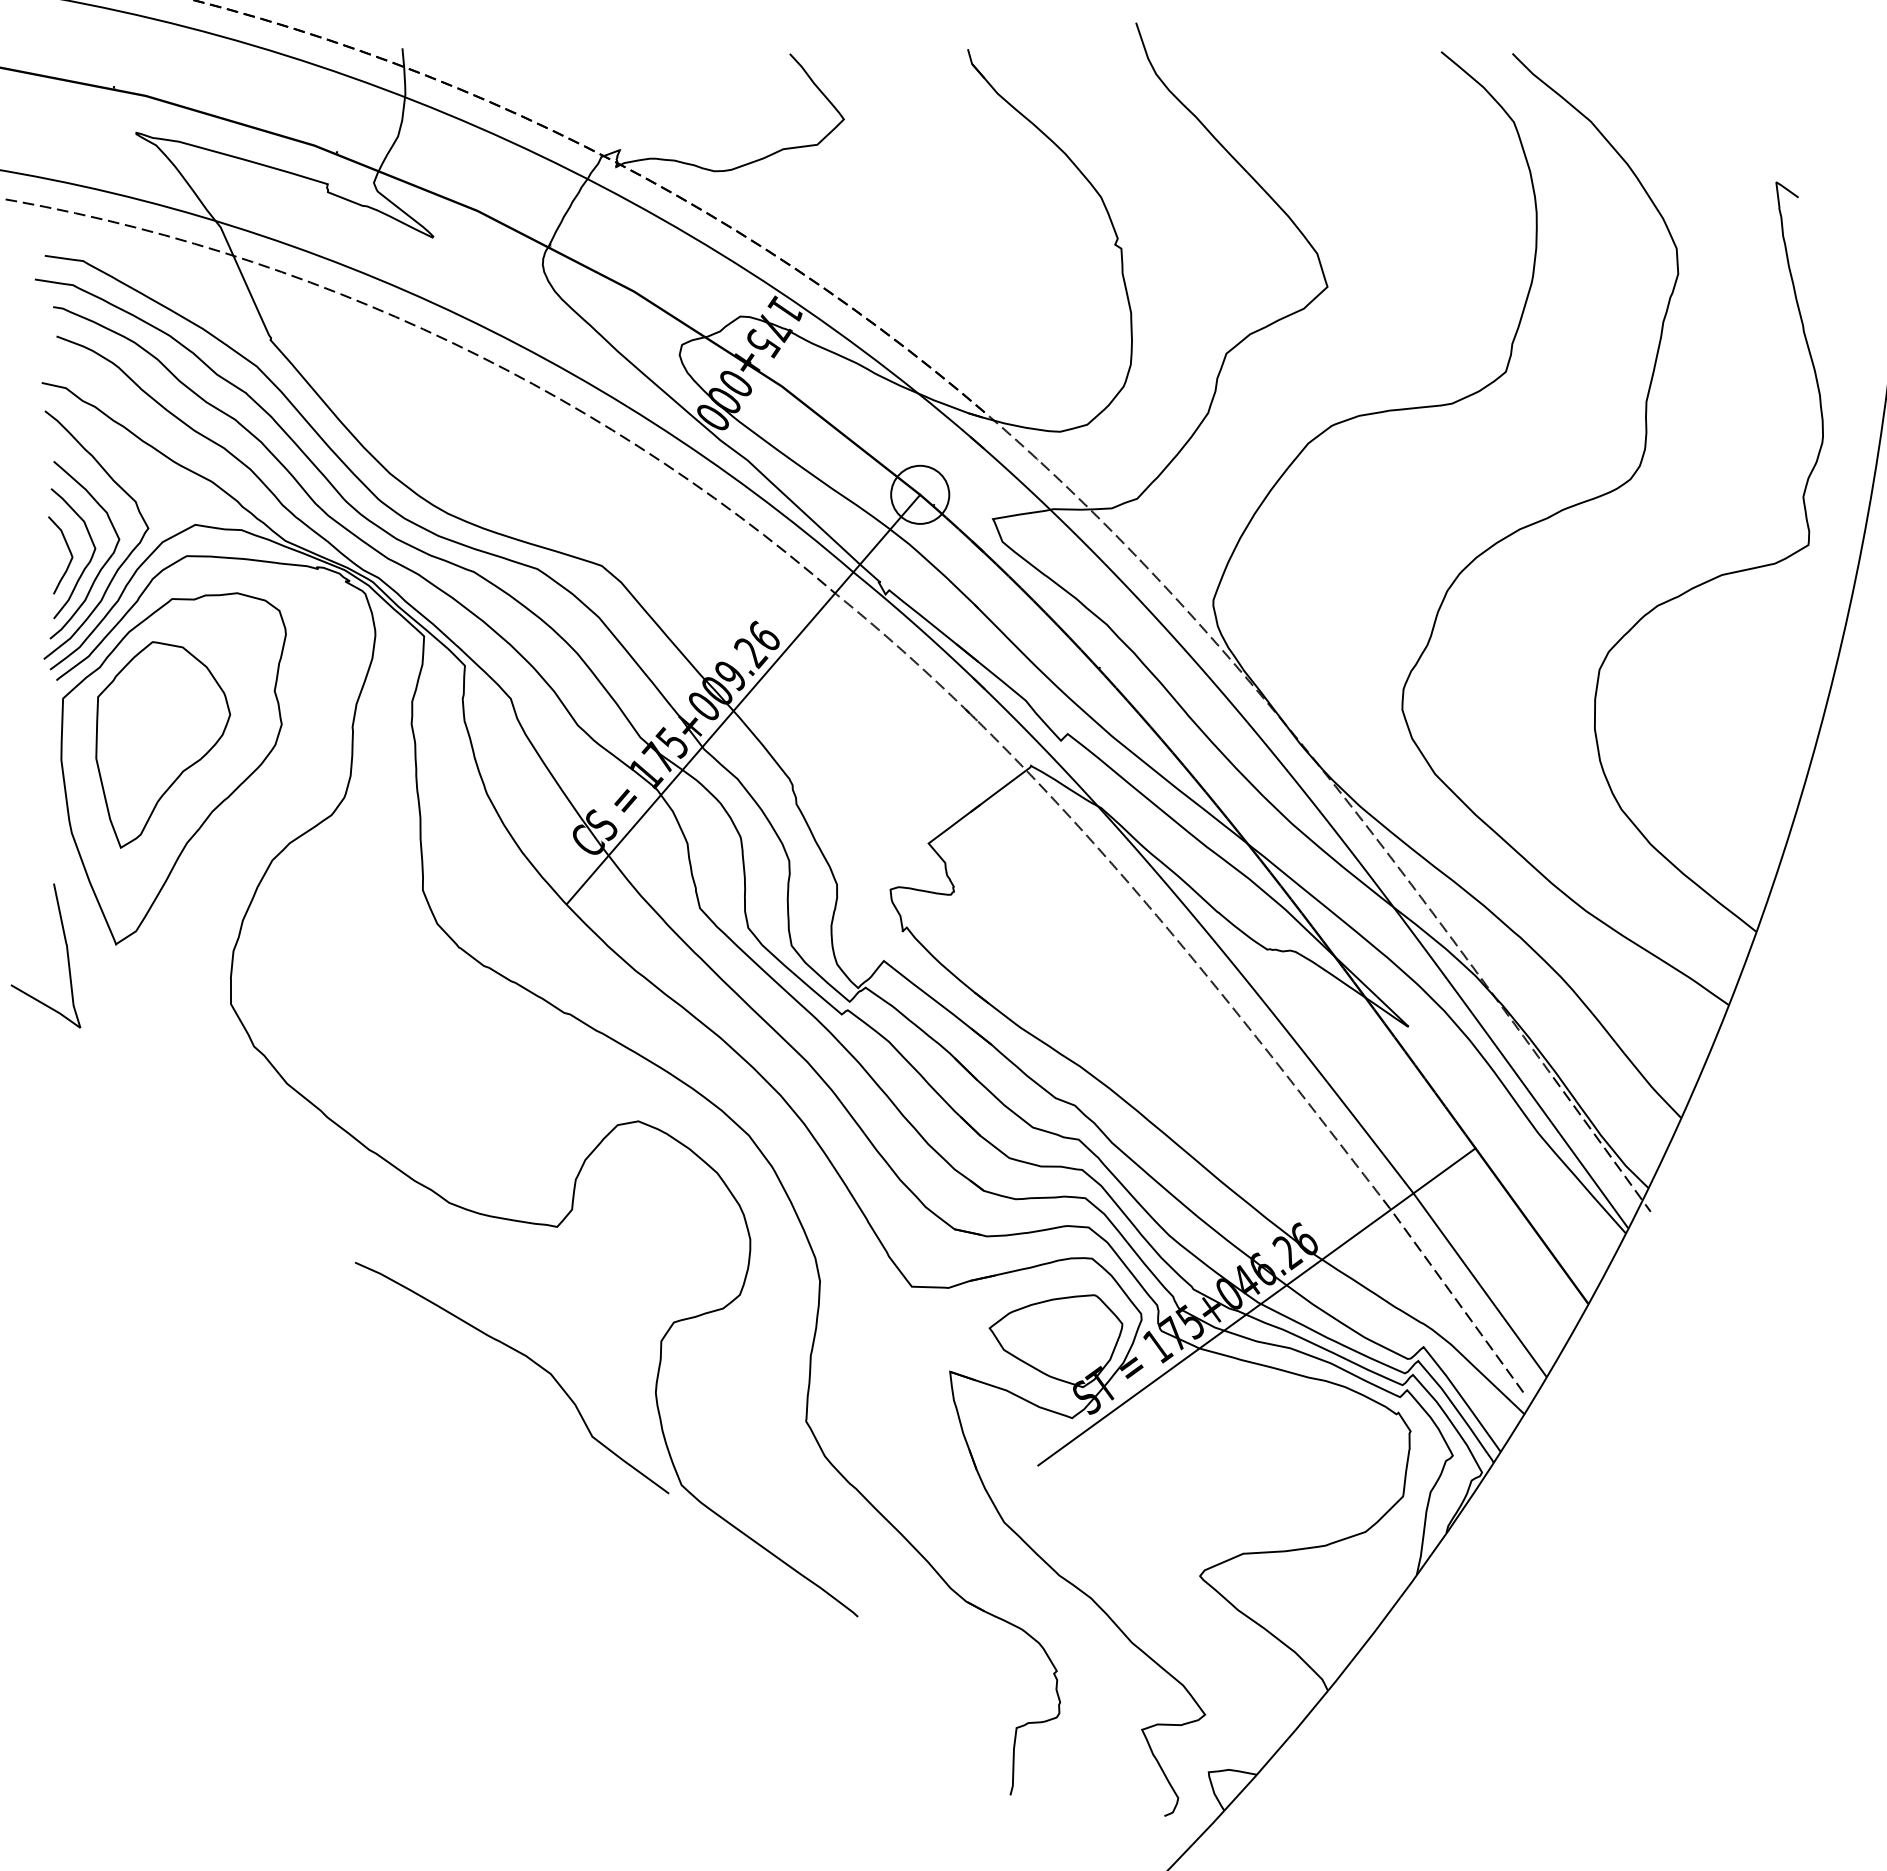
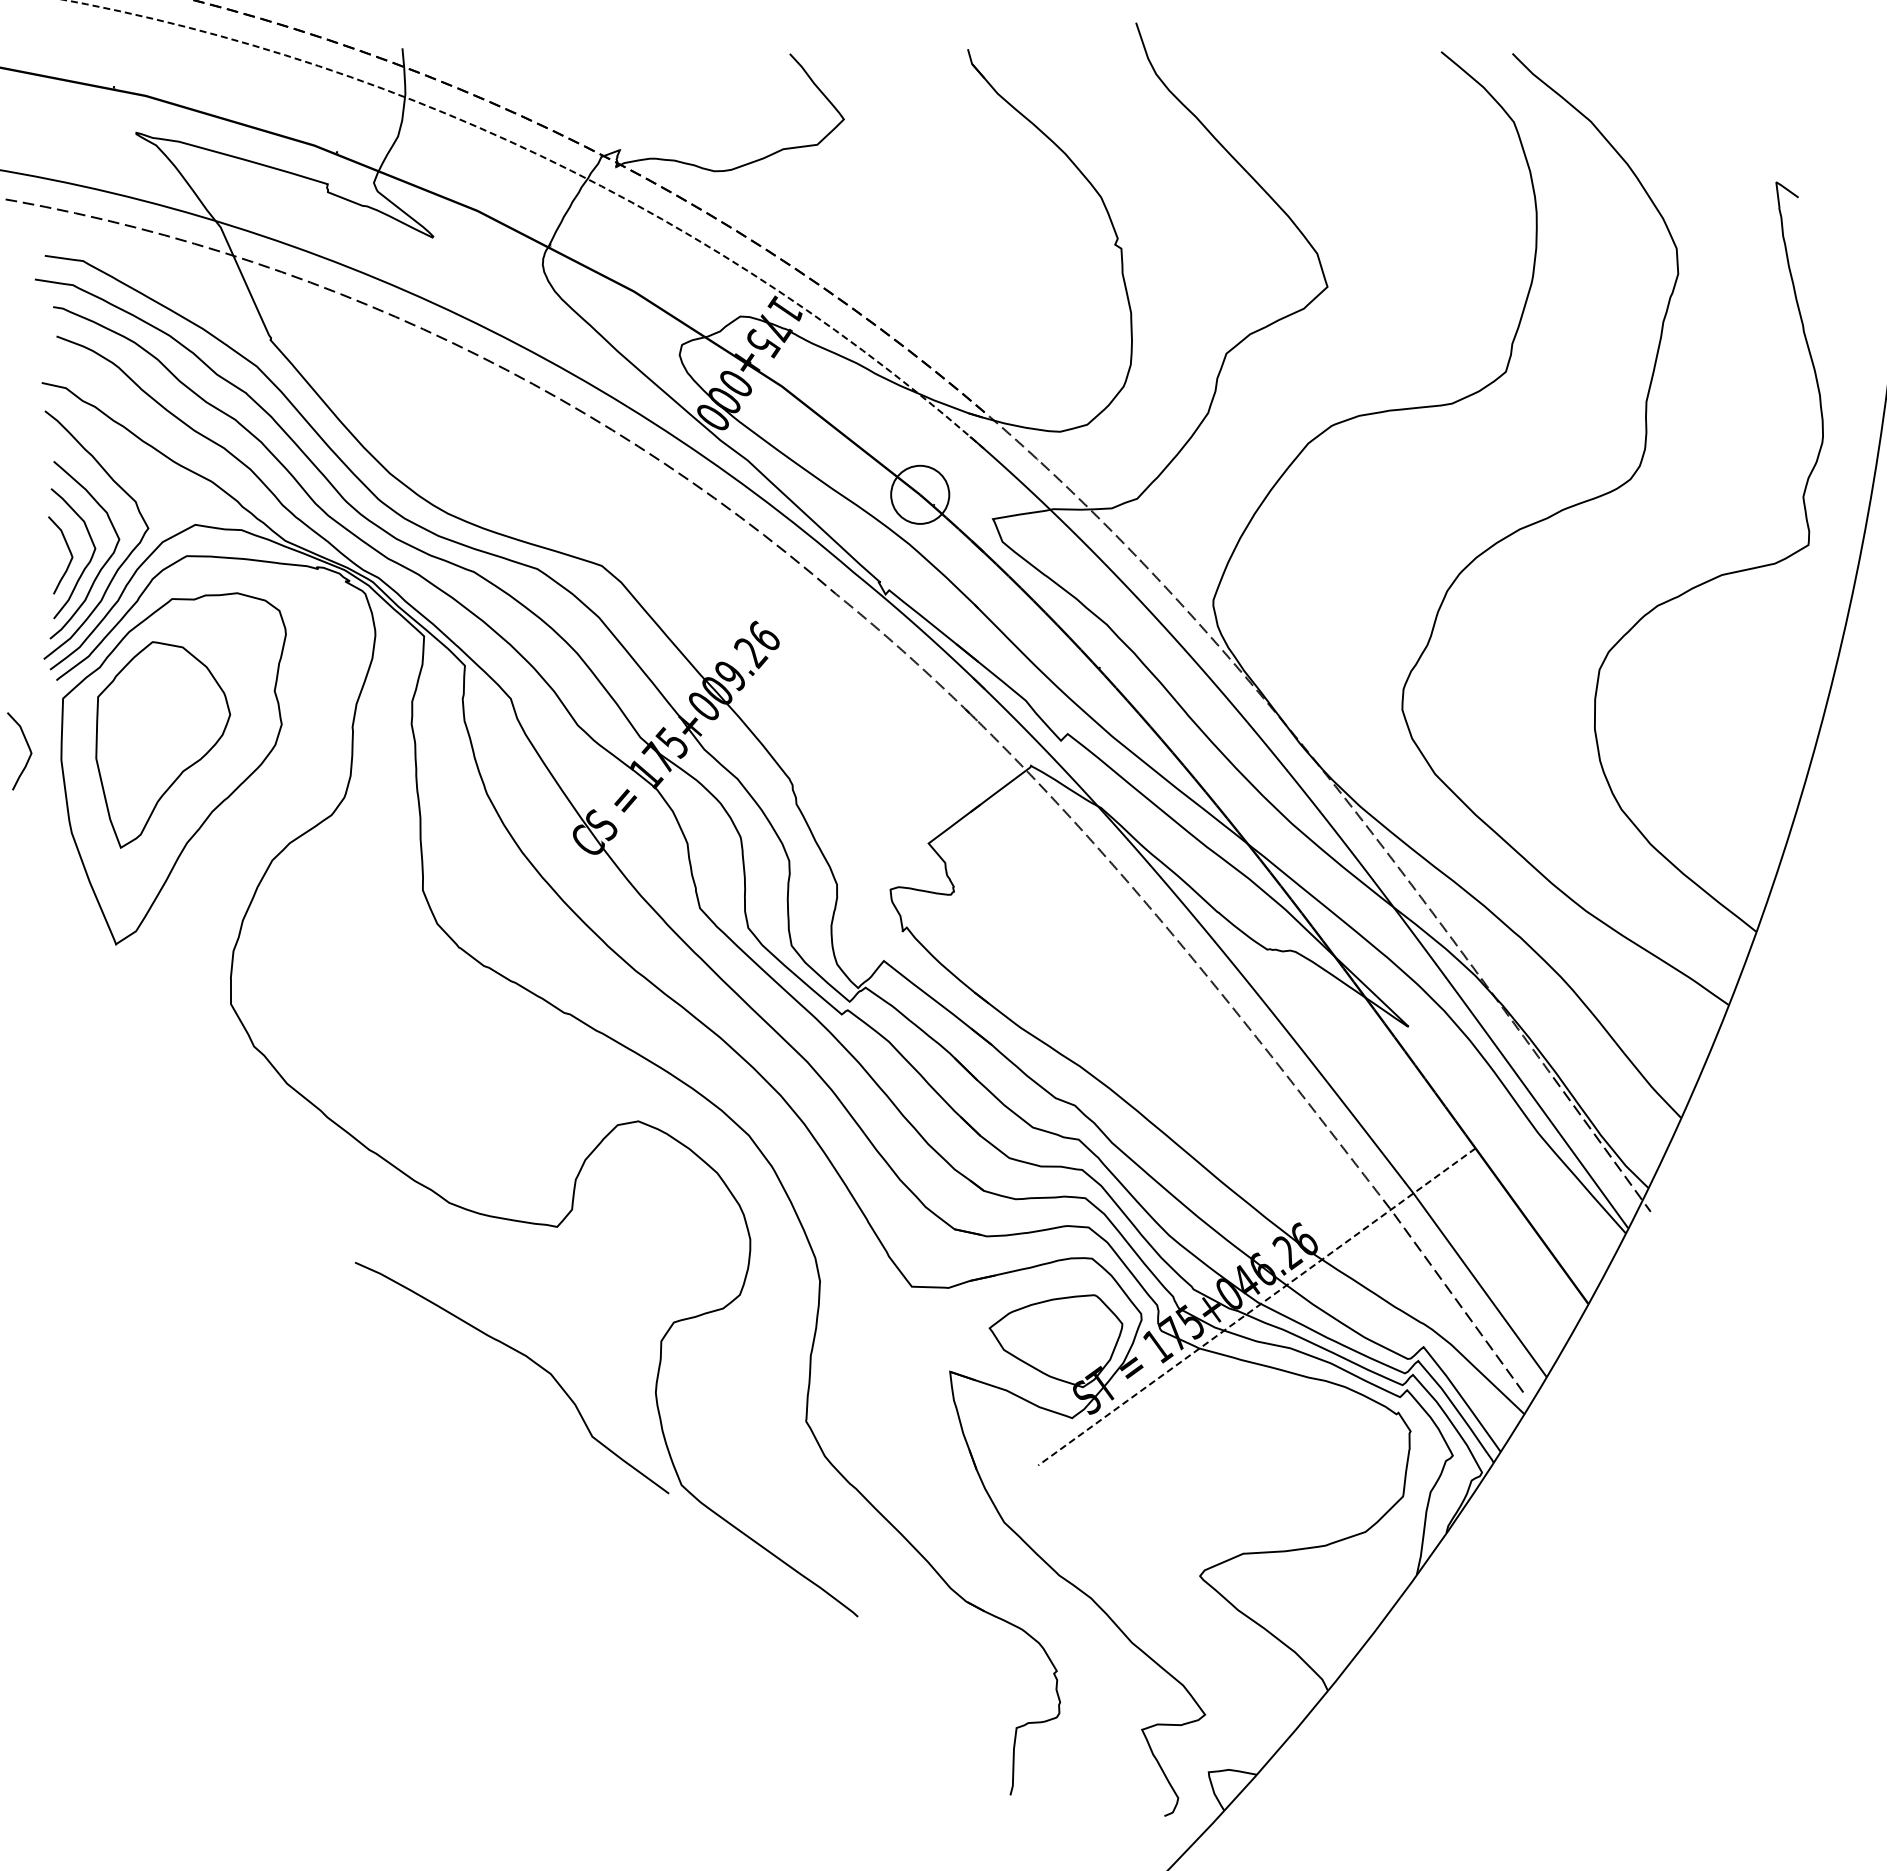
line at (557, 163): solid -> dashed
line at (743, 698): present -> none
curve at (27, 746): none -> present
curve at (66, 953): present -> none
line at (1256, 1307): solid -> dashed
